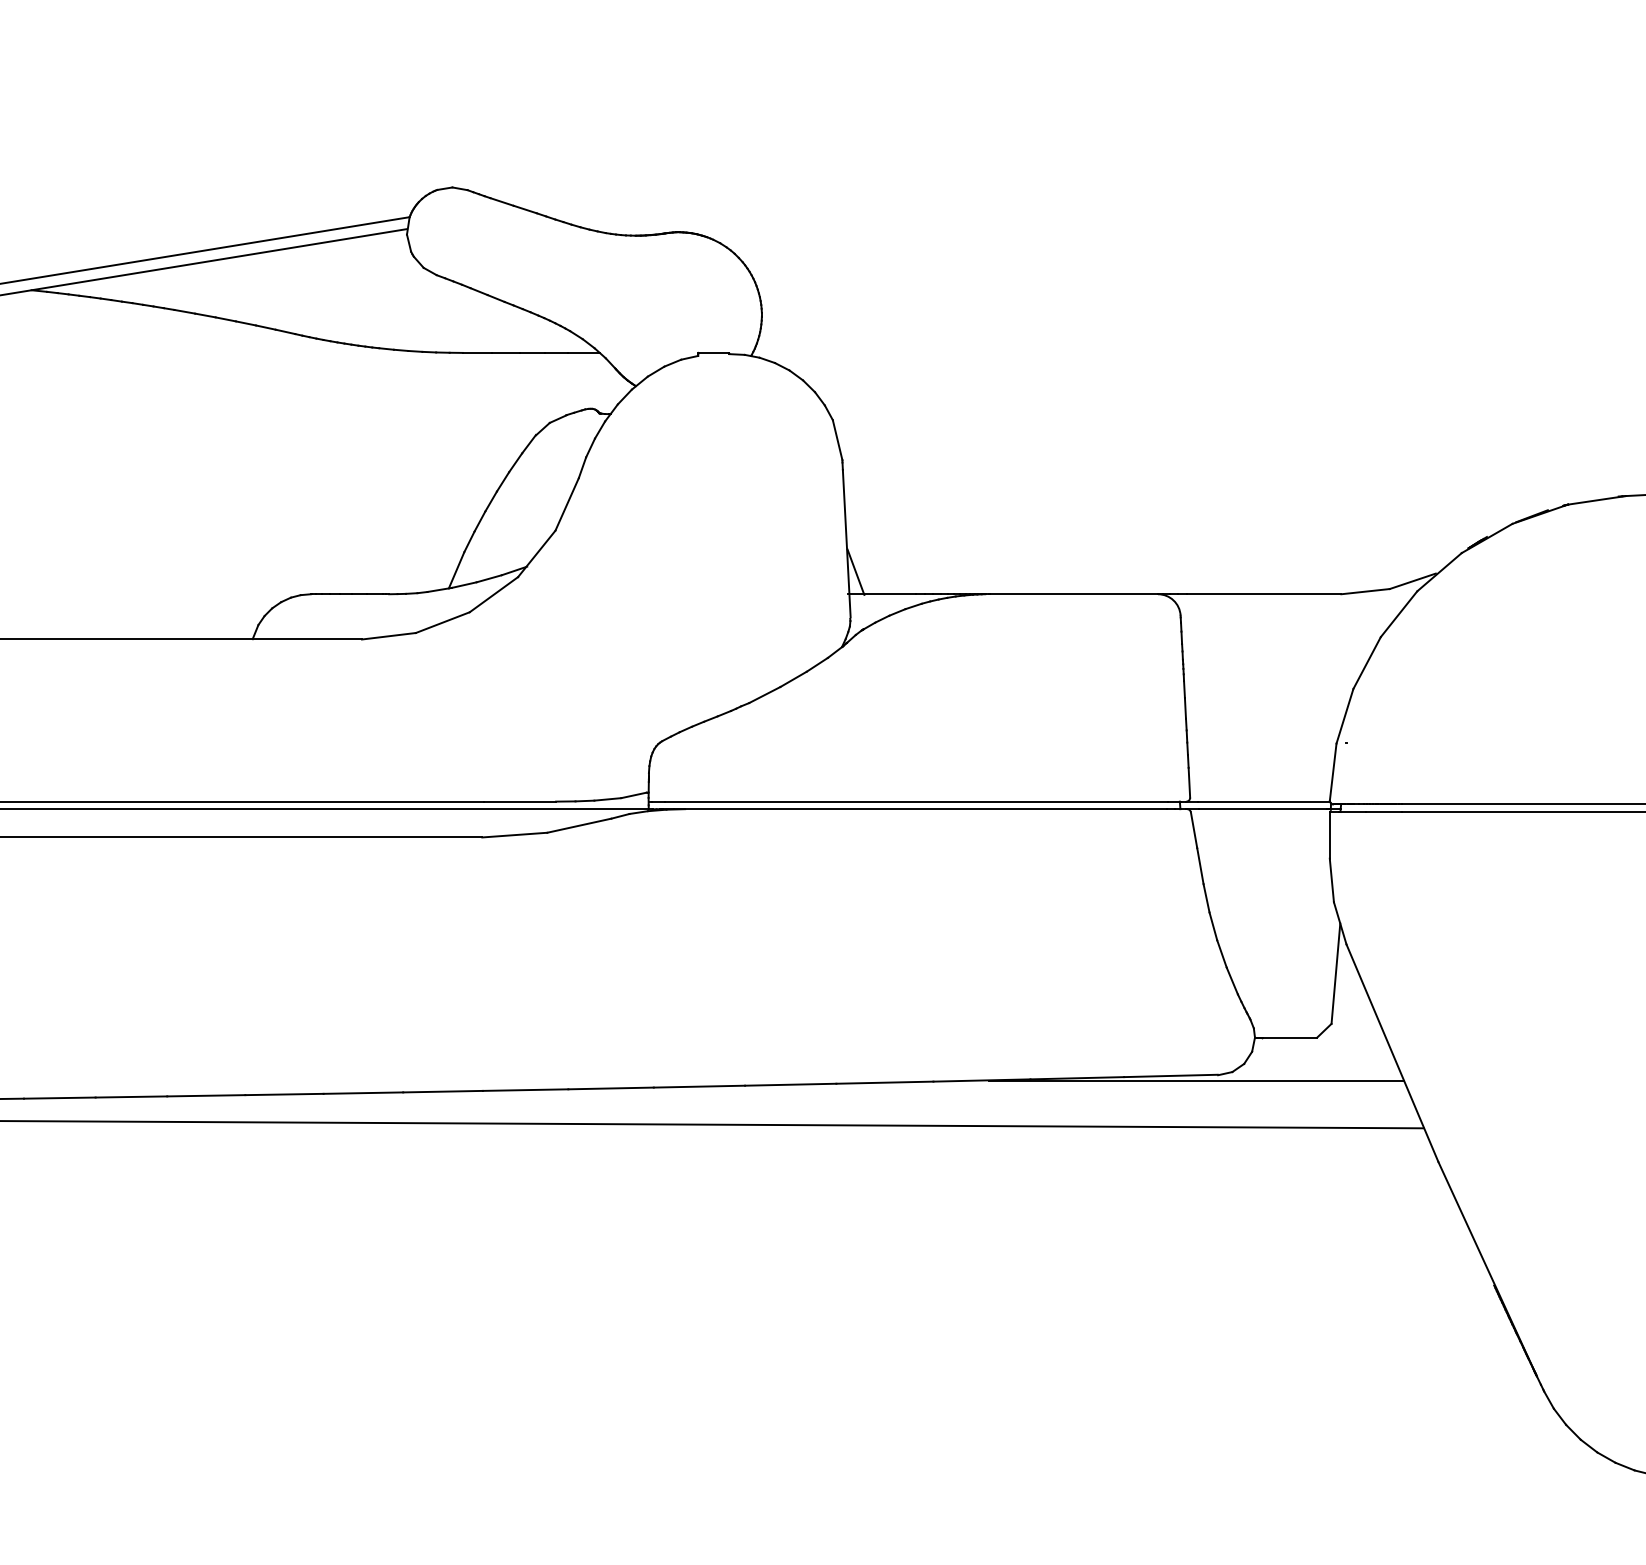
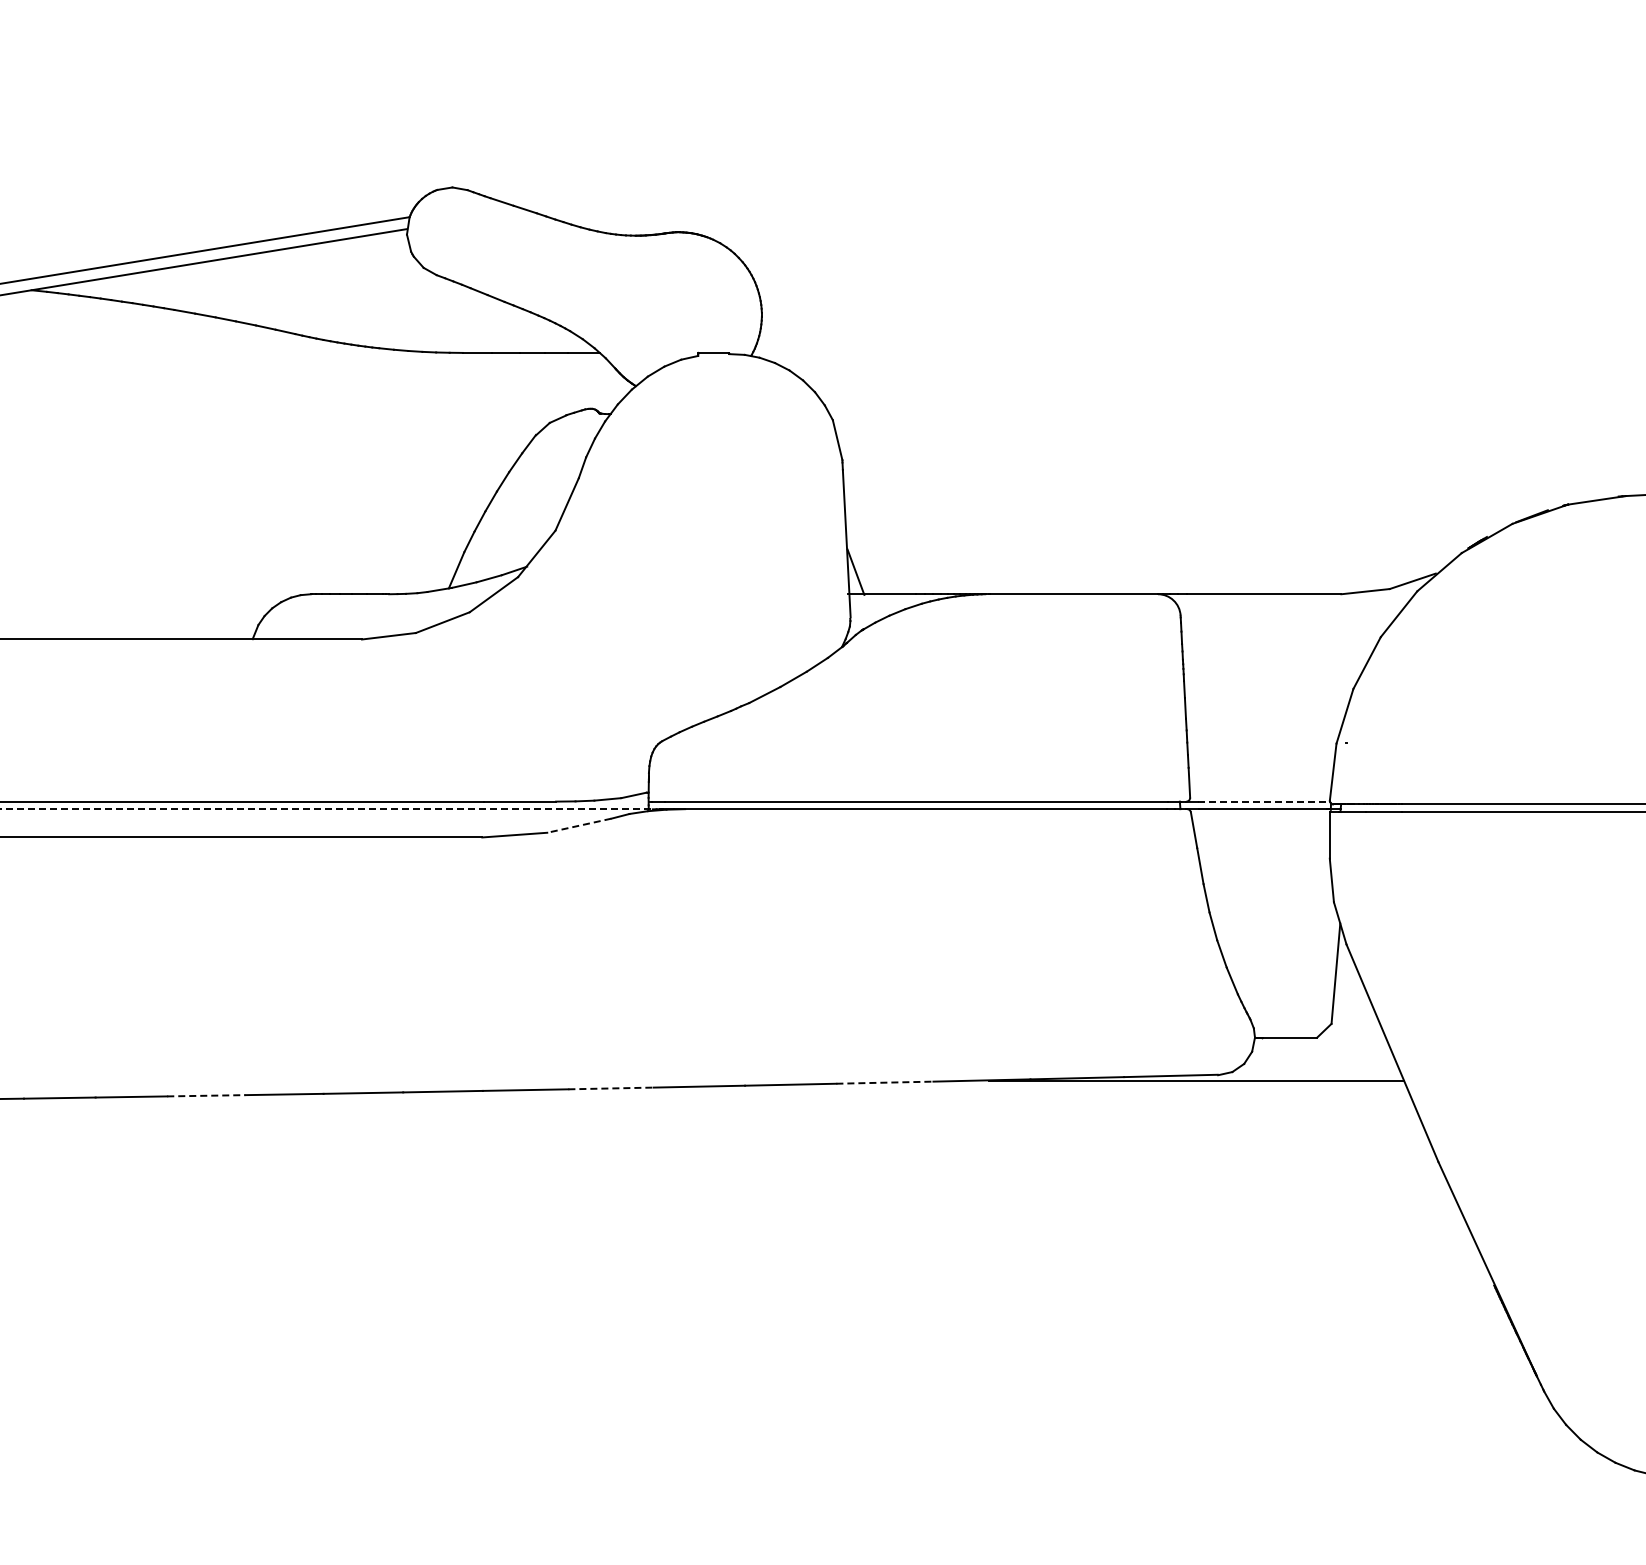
line at (1264, 801): solid -> dashed
line at (326, 809): solid -> dashed
line at (579, 825): solid -> dashed
line at (884, 1082): solid -> dashed
line at (611, 1088): solid -> dashed
line at (206, 1095): solid -> dashed
line at (712, 1124): present -> none
